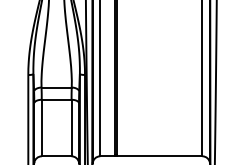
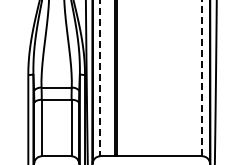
line at (100, 78): solid -> dashed
line at (202, 78): solid -> dashed
